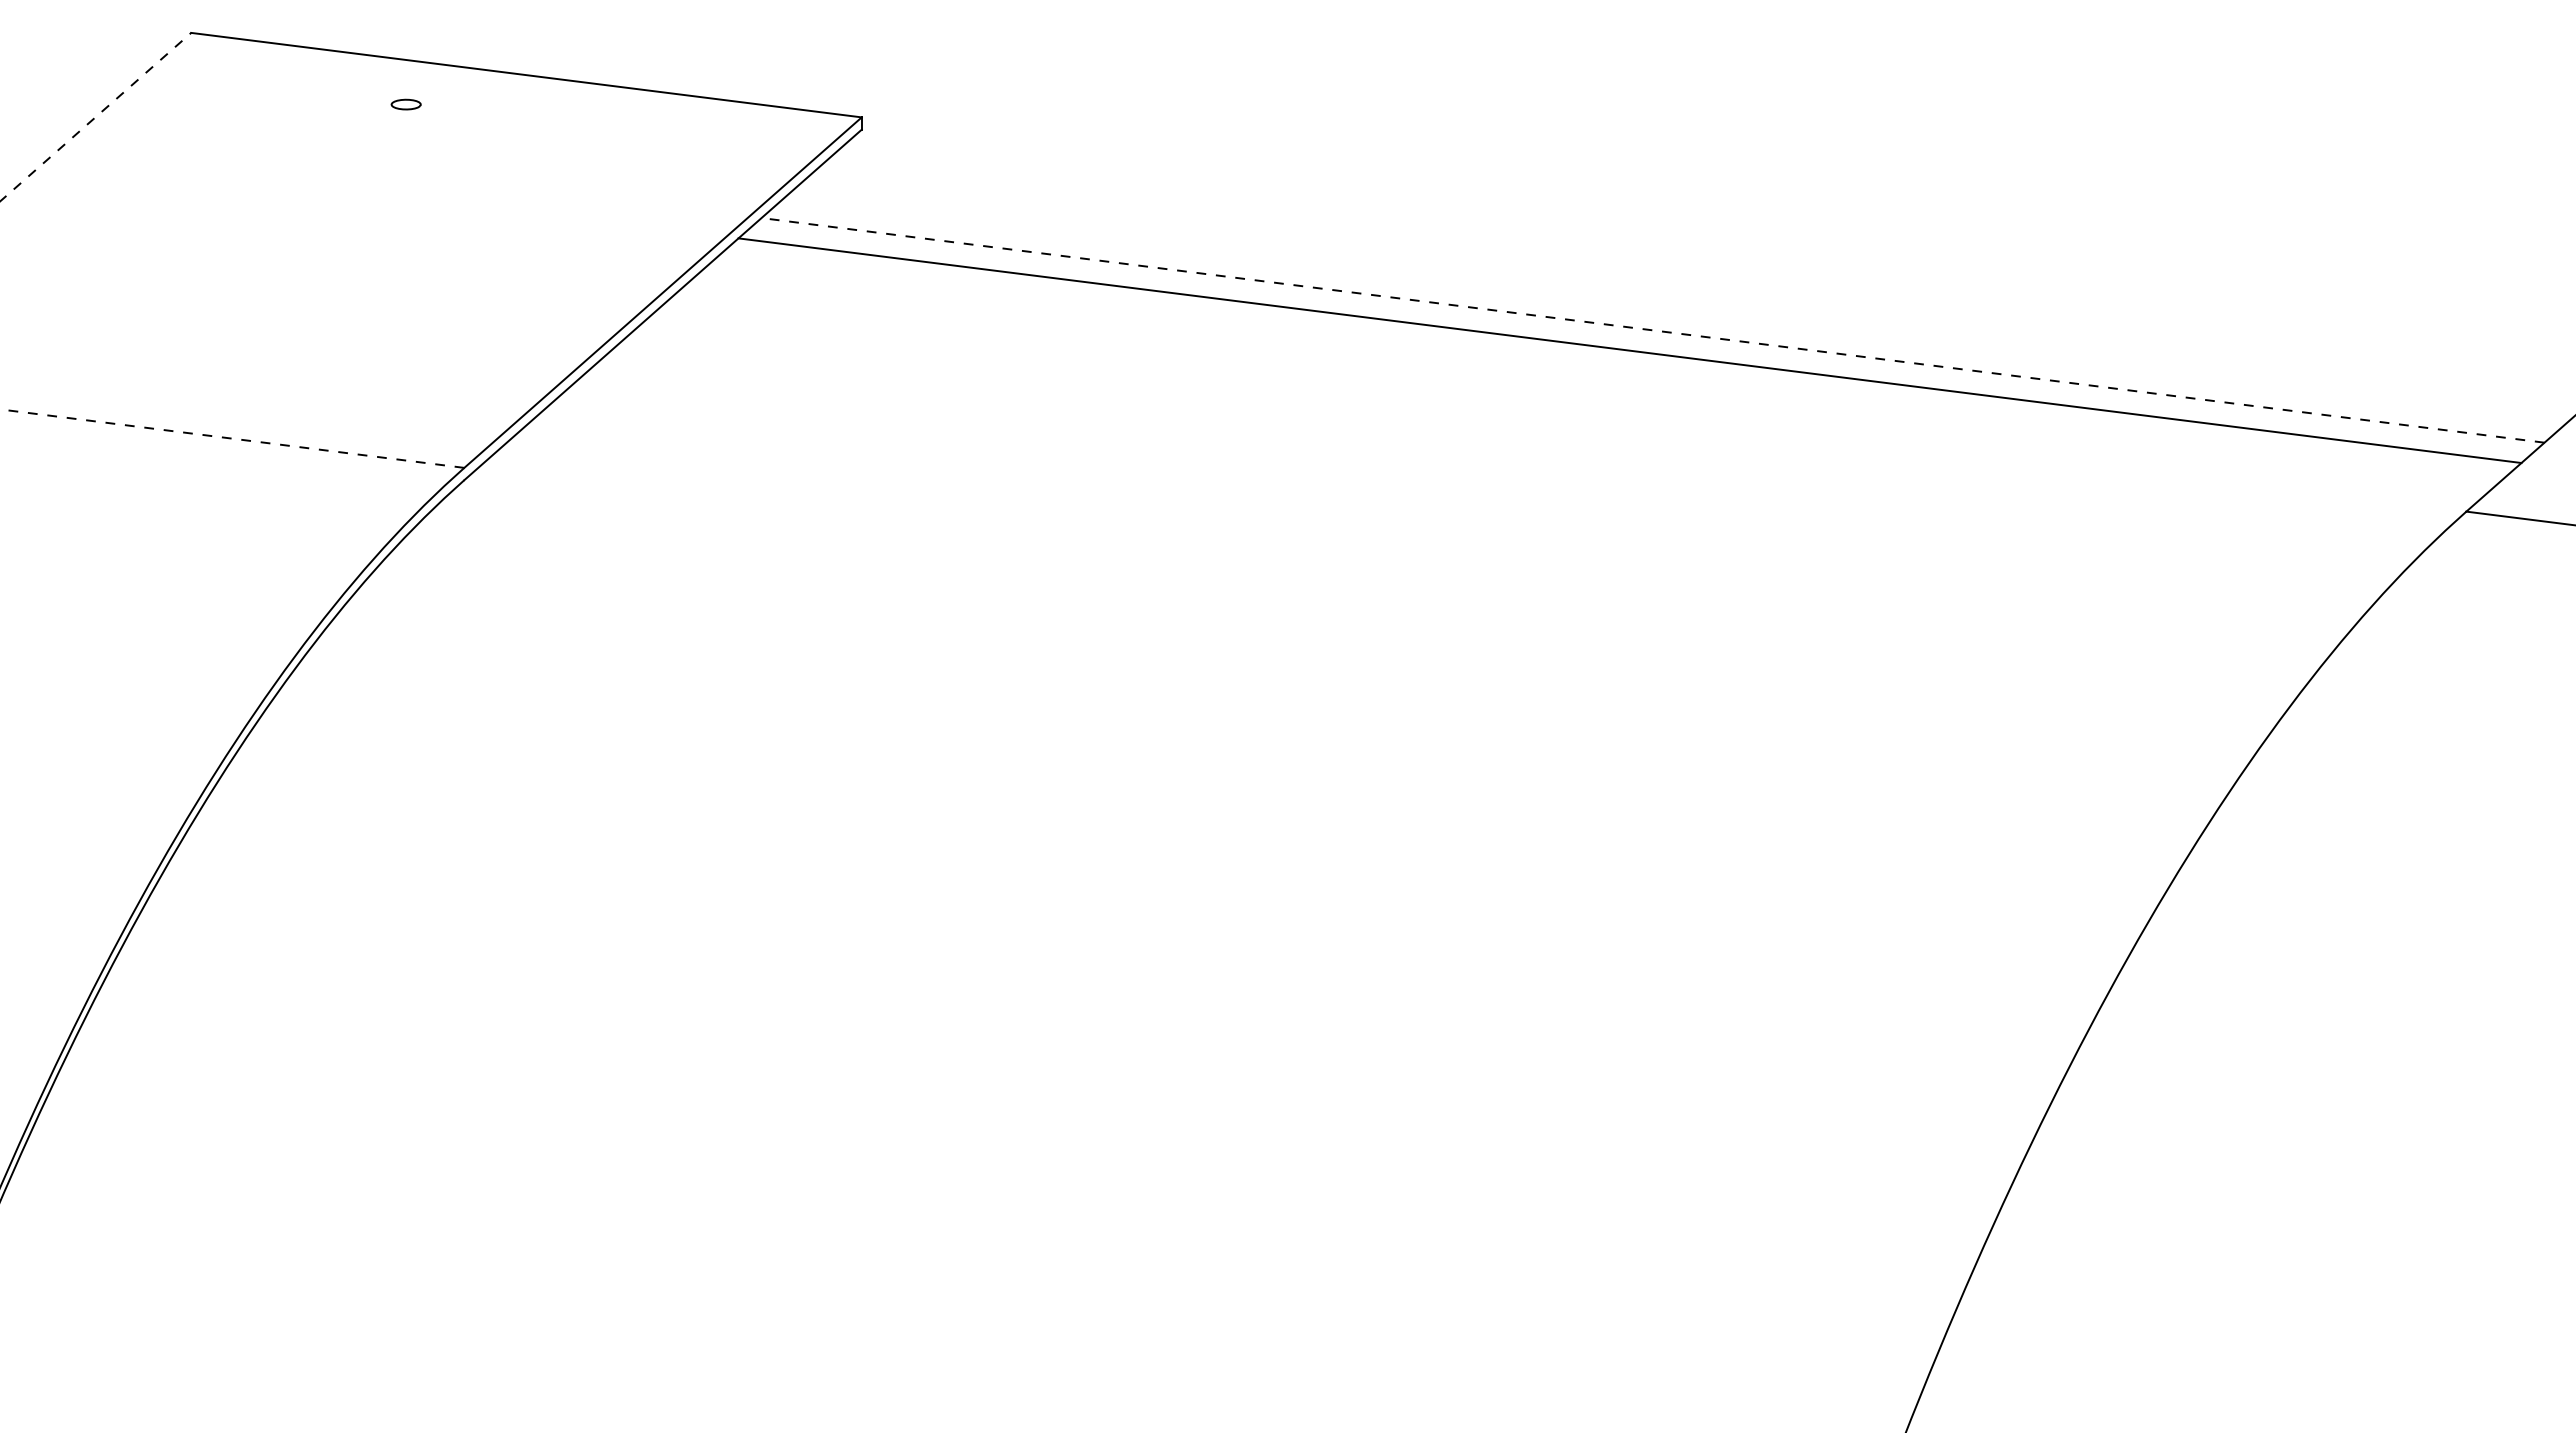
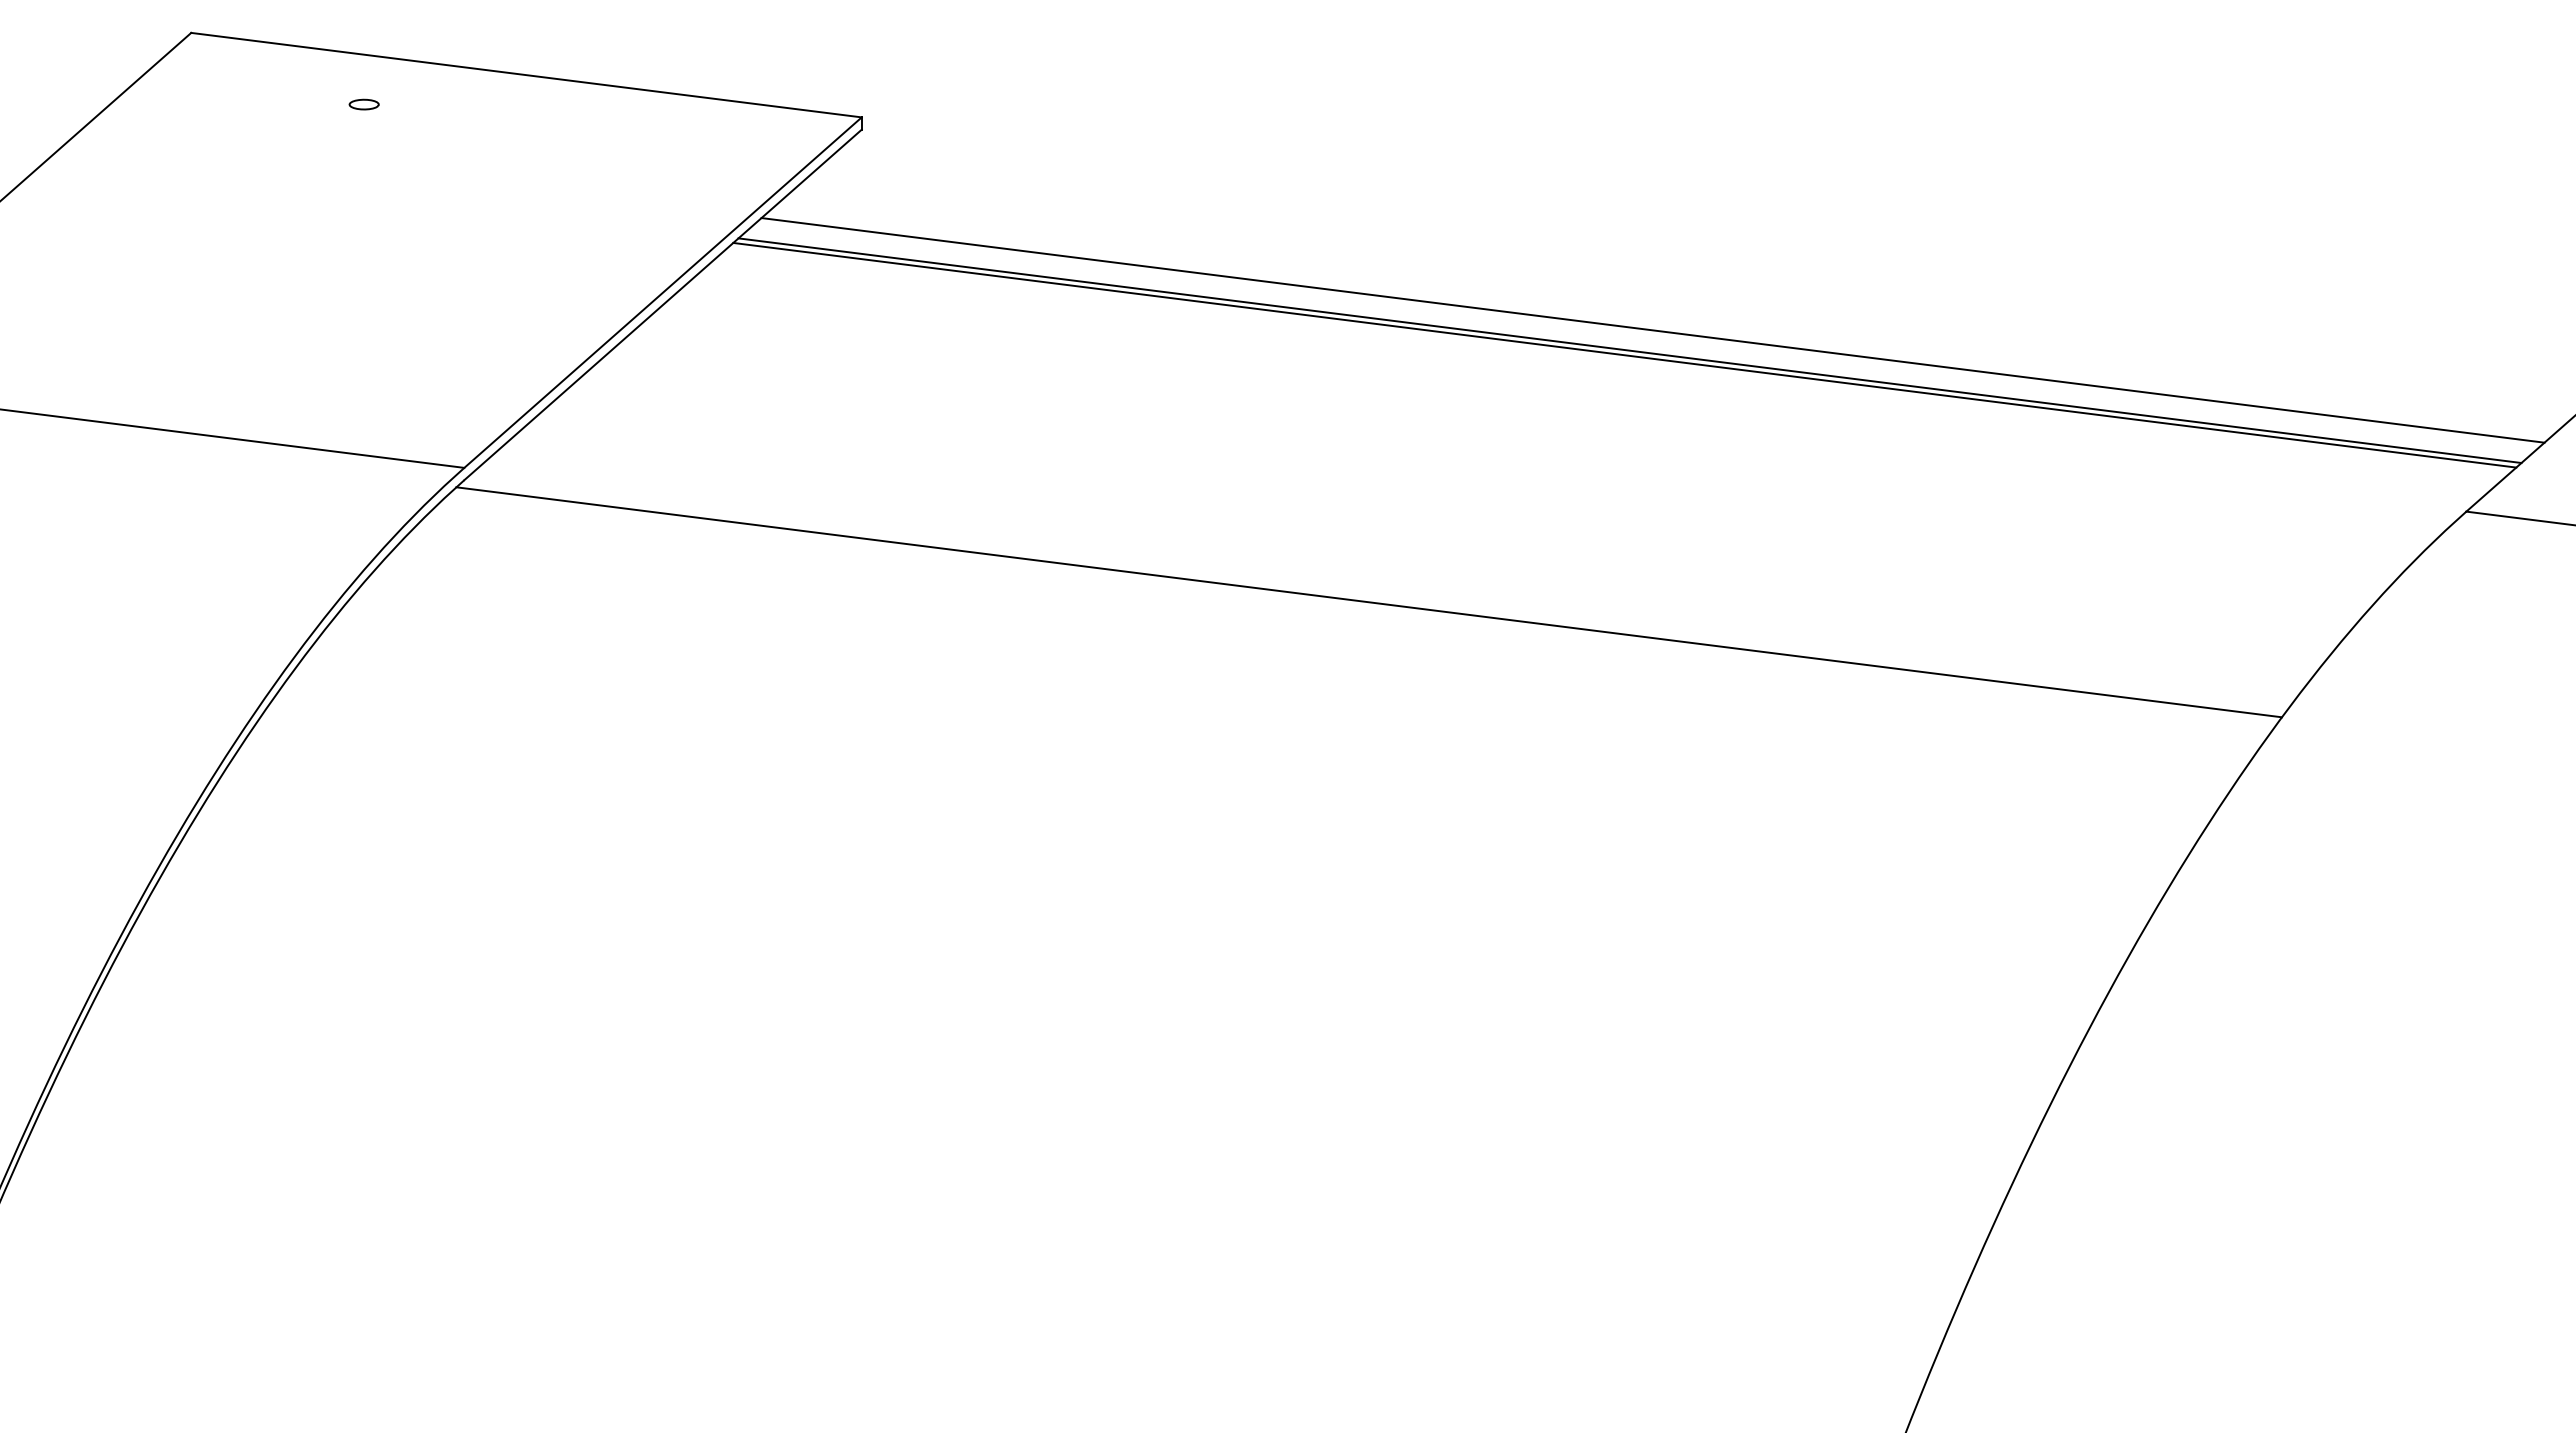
part at (405, 104) position: (405, 104) -> (363, 104)
line at (96, 116): dashed -> solid
line at (1653, 330): dashed -> solid
line at (1624, 354): none -> present
line at (232, 438): dashed -> solid
line at (1368, 602): none -> present
